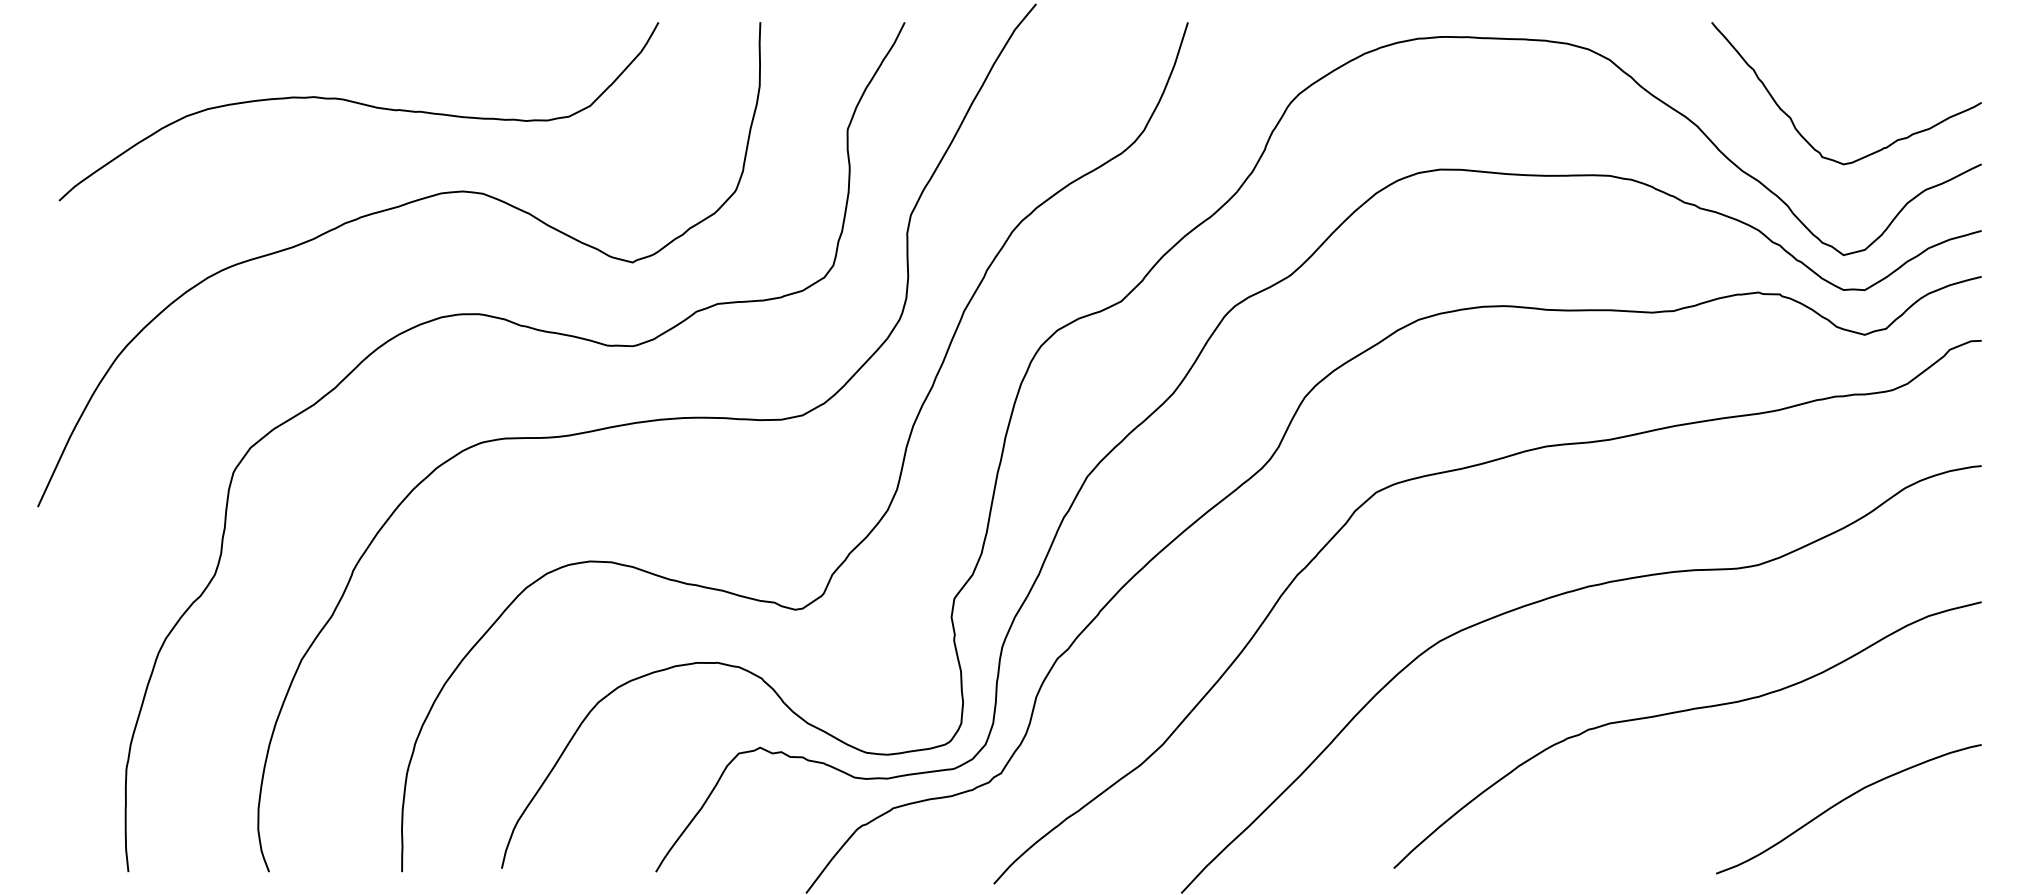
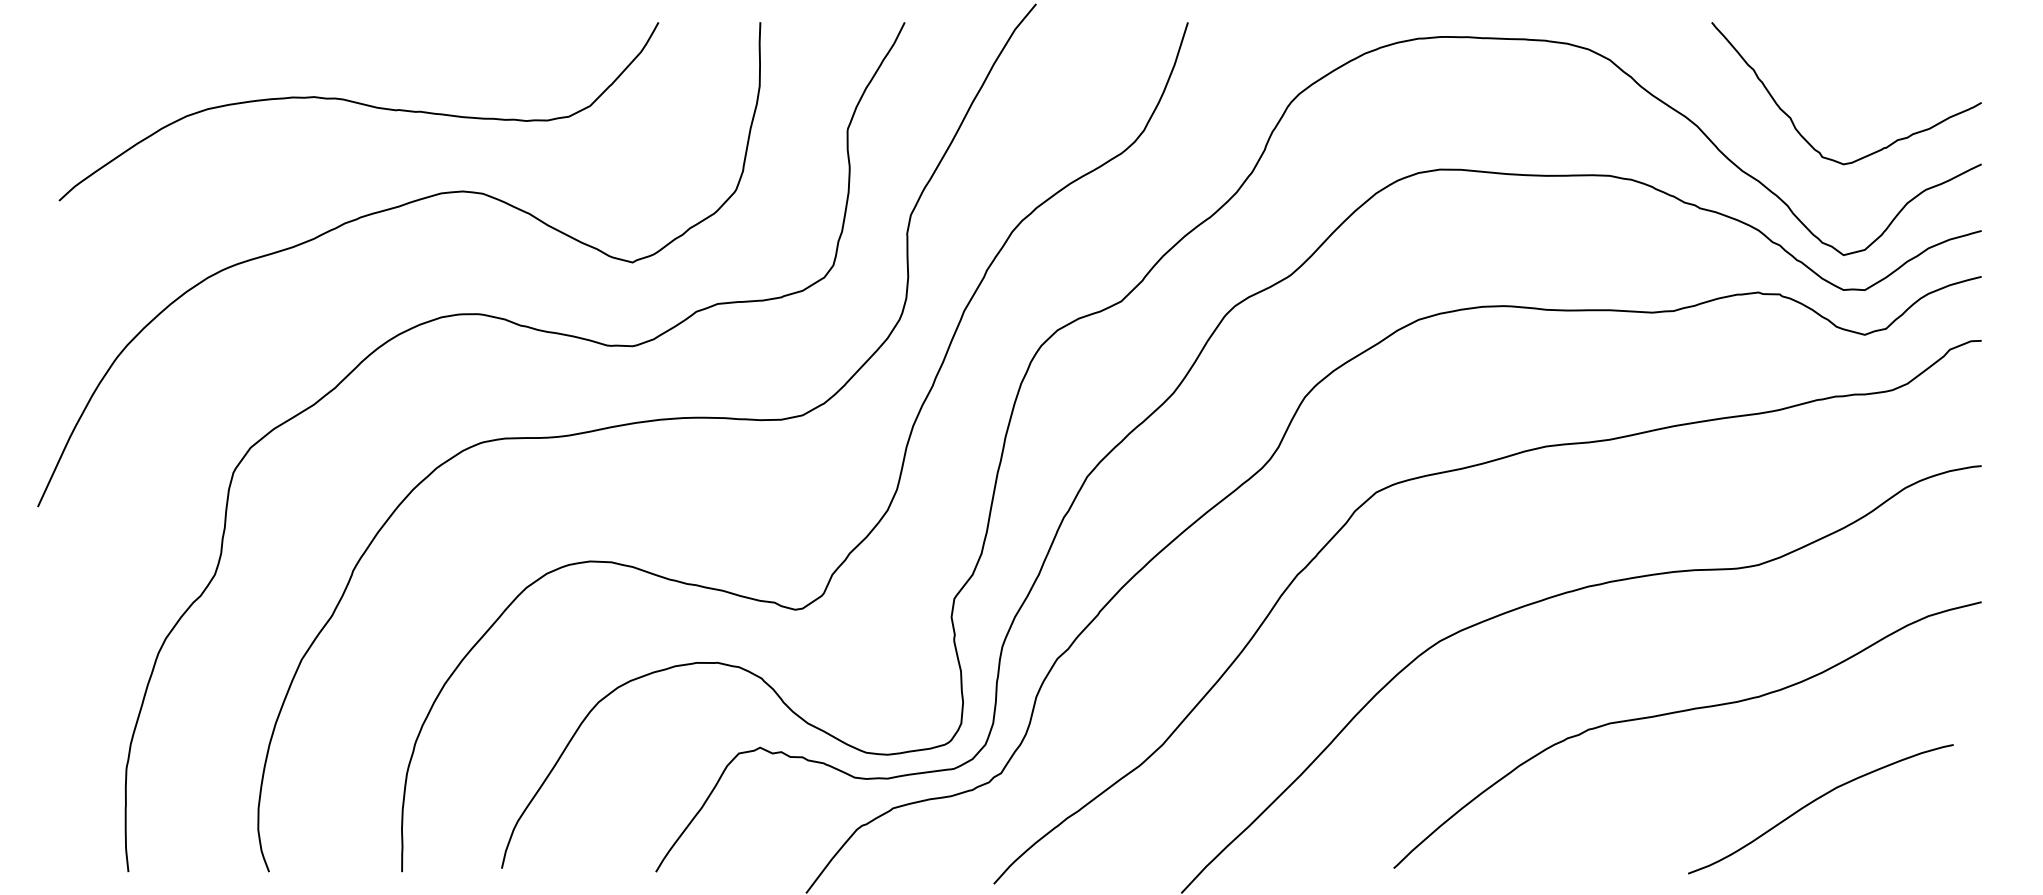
curve at (1843, 801) position: (1843, 801) -> (1815, 801)
